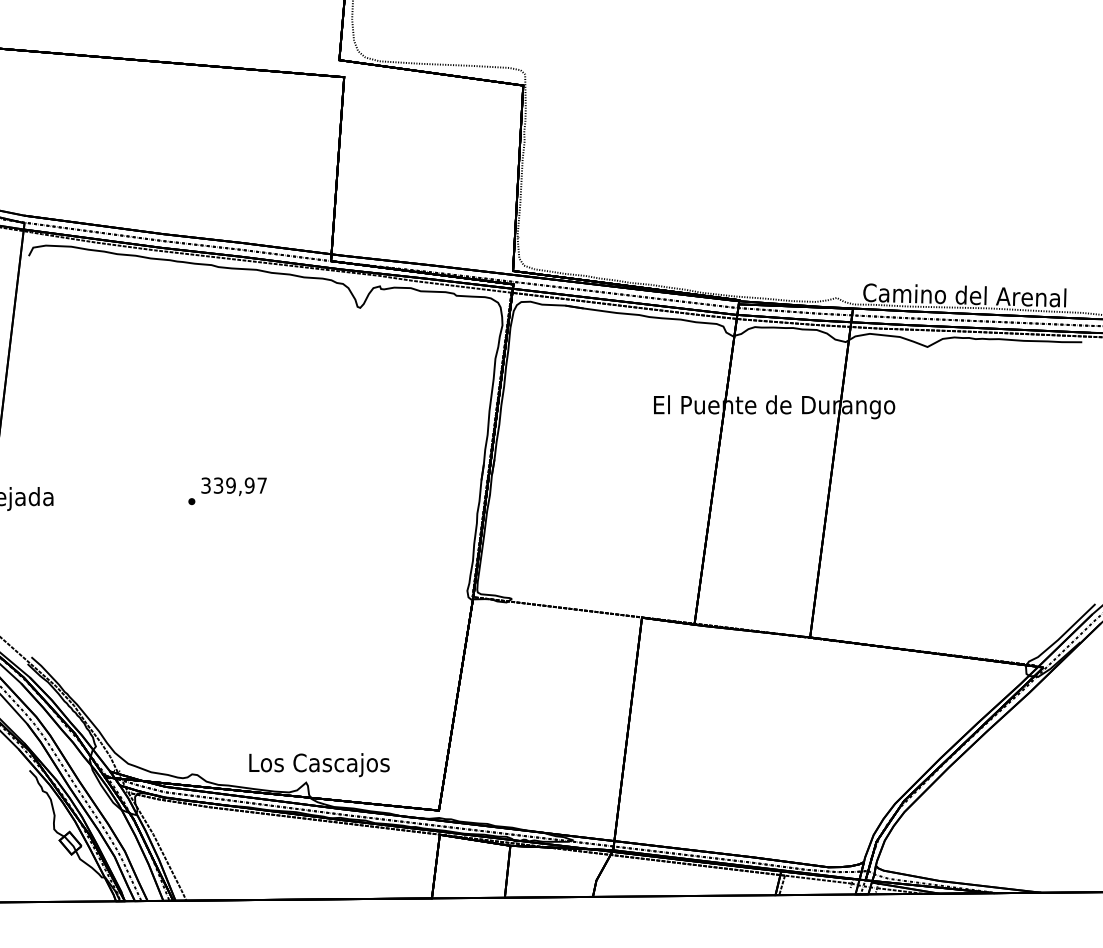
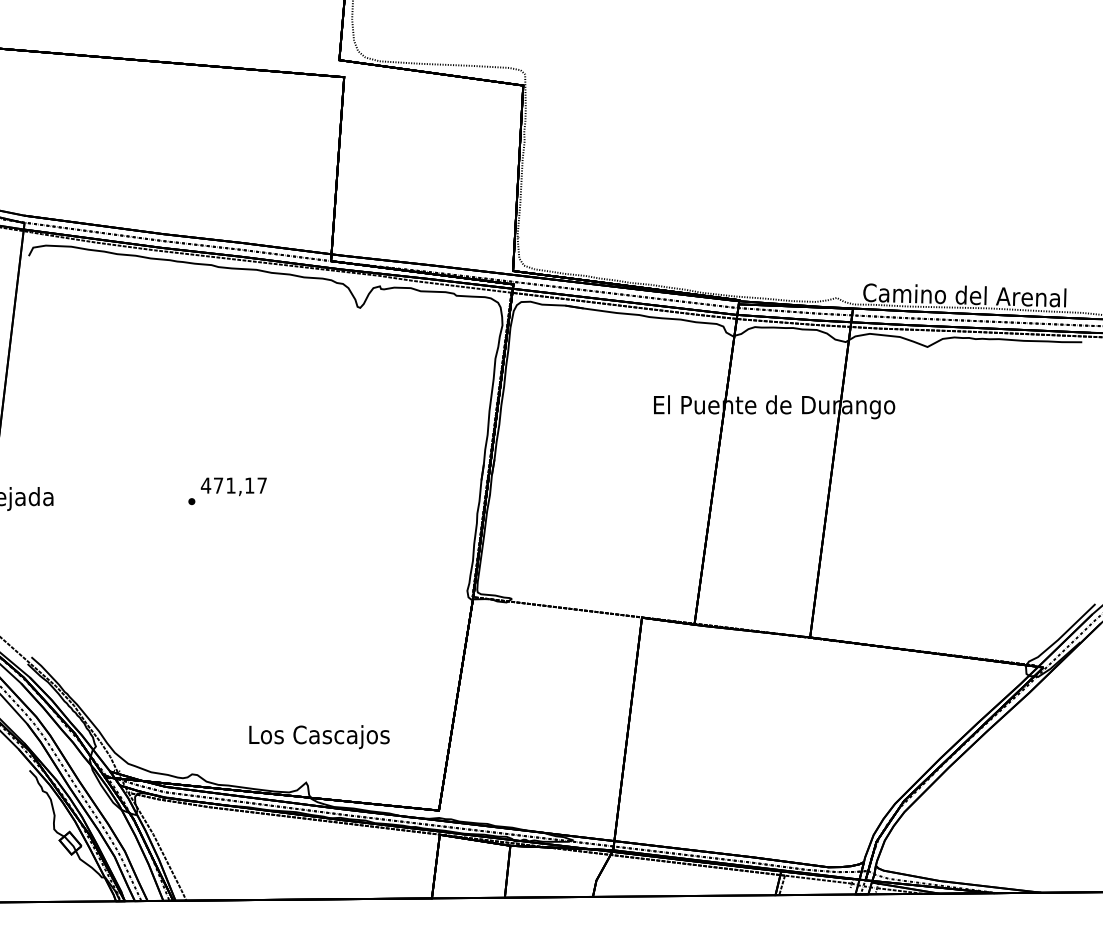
text at (227, 485): 339,97 -> 471,17
text at (319, 765) position: (319, 765) -> (319, 737)
